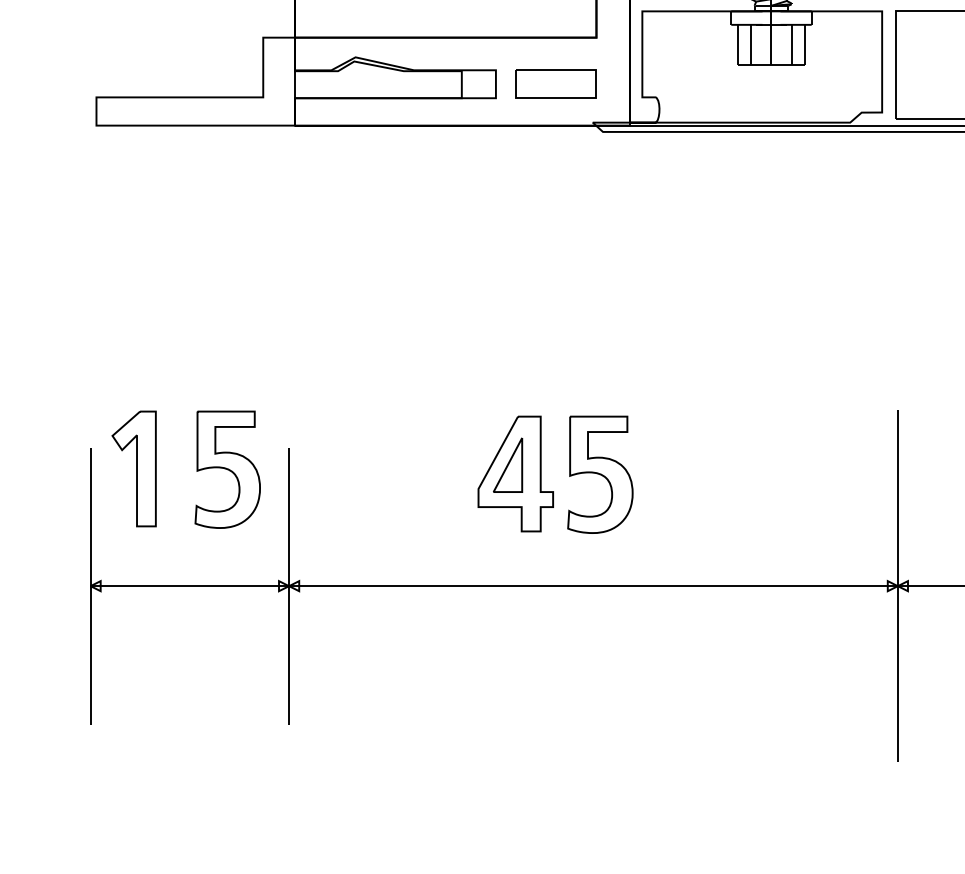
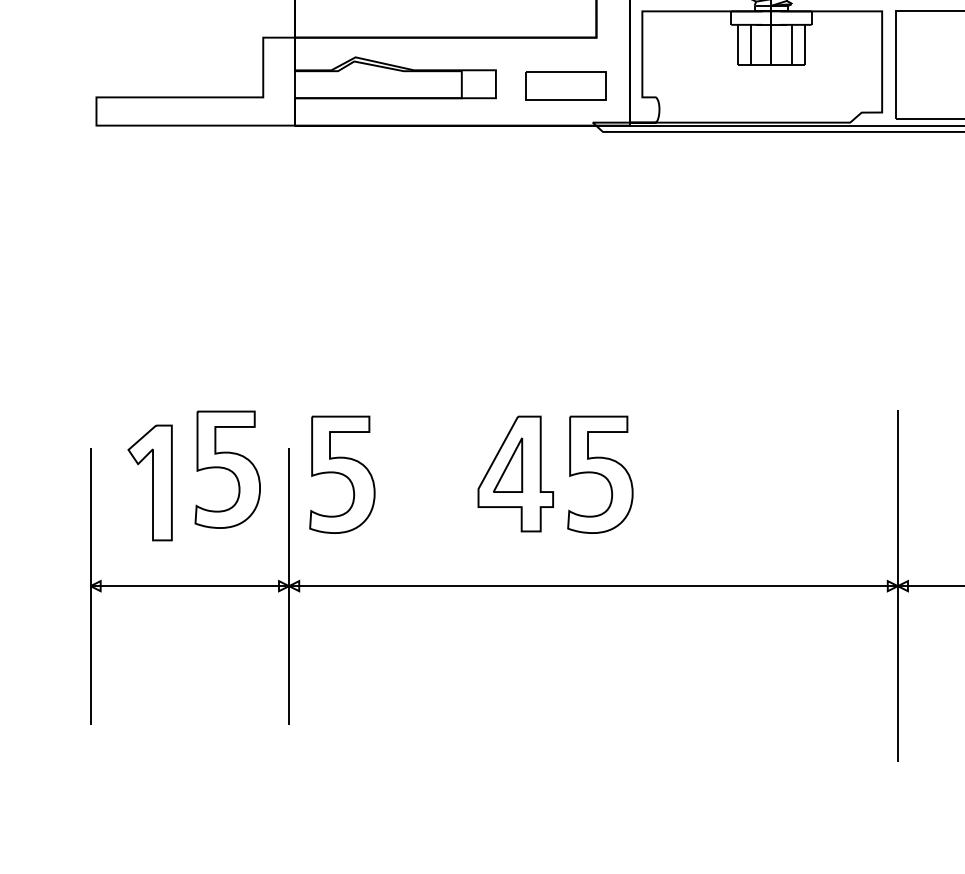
part at (555, 83) position: (555, 83) -> (565, 85)
part at (133, 468) position: (133, 468) -> (149, 482)
part at (342, 474): none -> present
